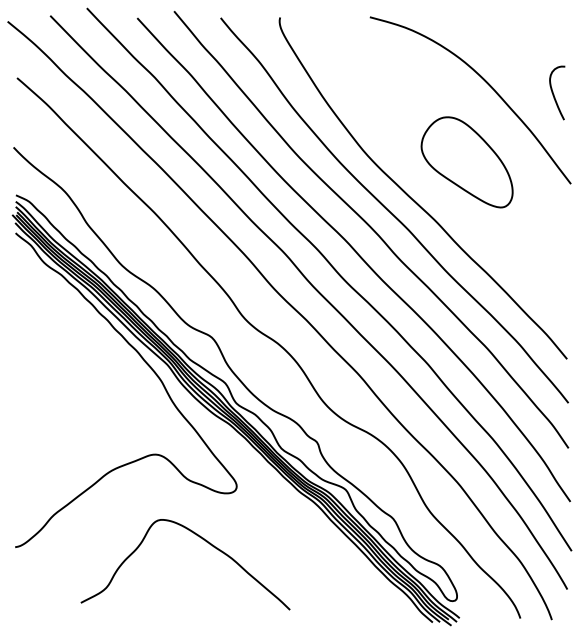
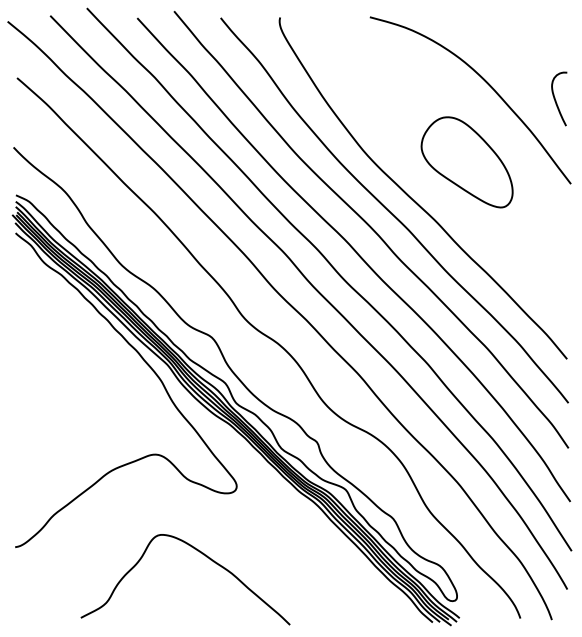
curve at (554, 94) position: (554, 94) -> (556, 100)
curve at (203, 540) position: (203, 540) -> (203, 555)
